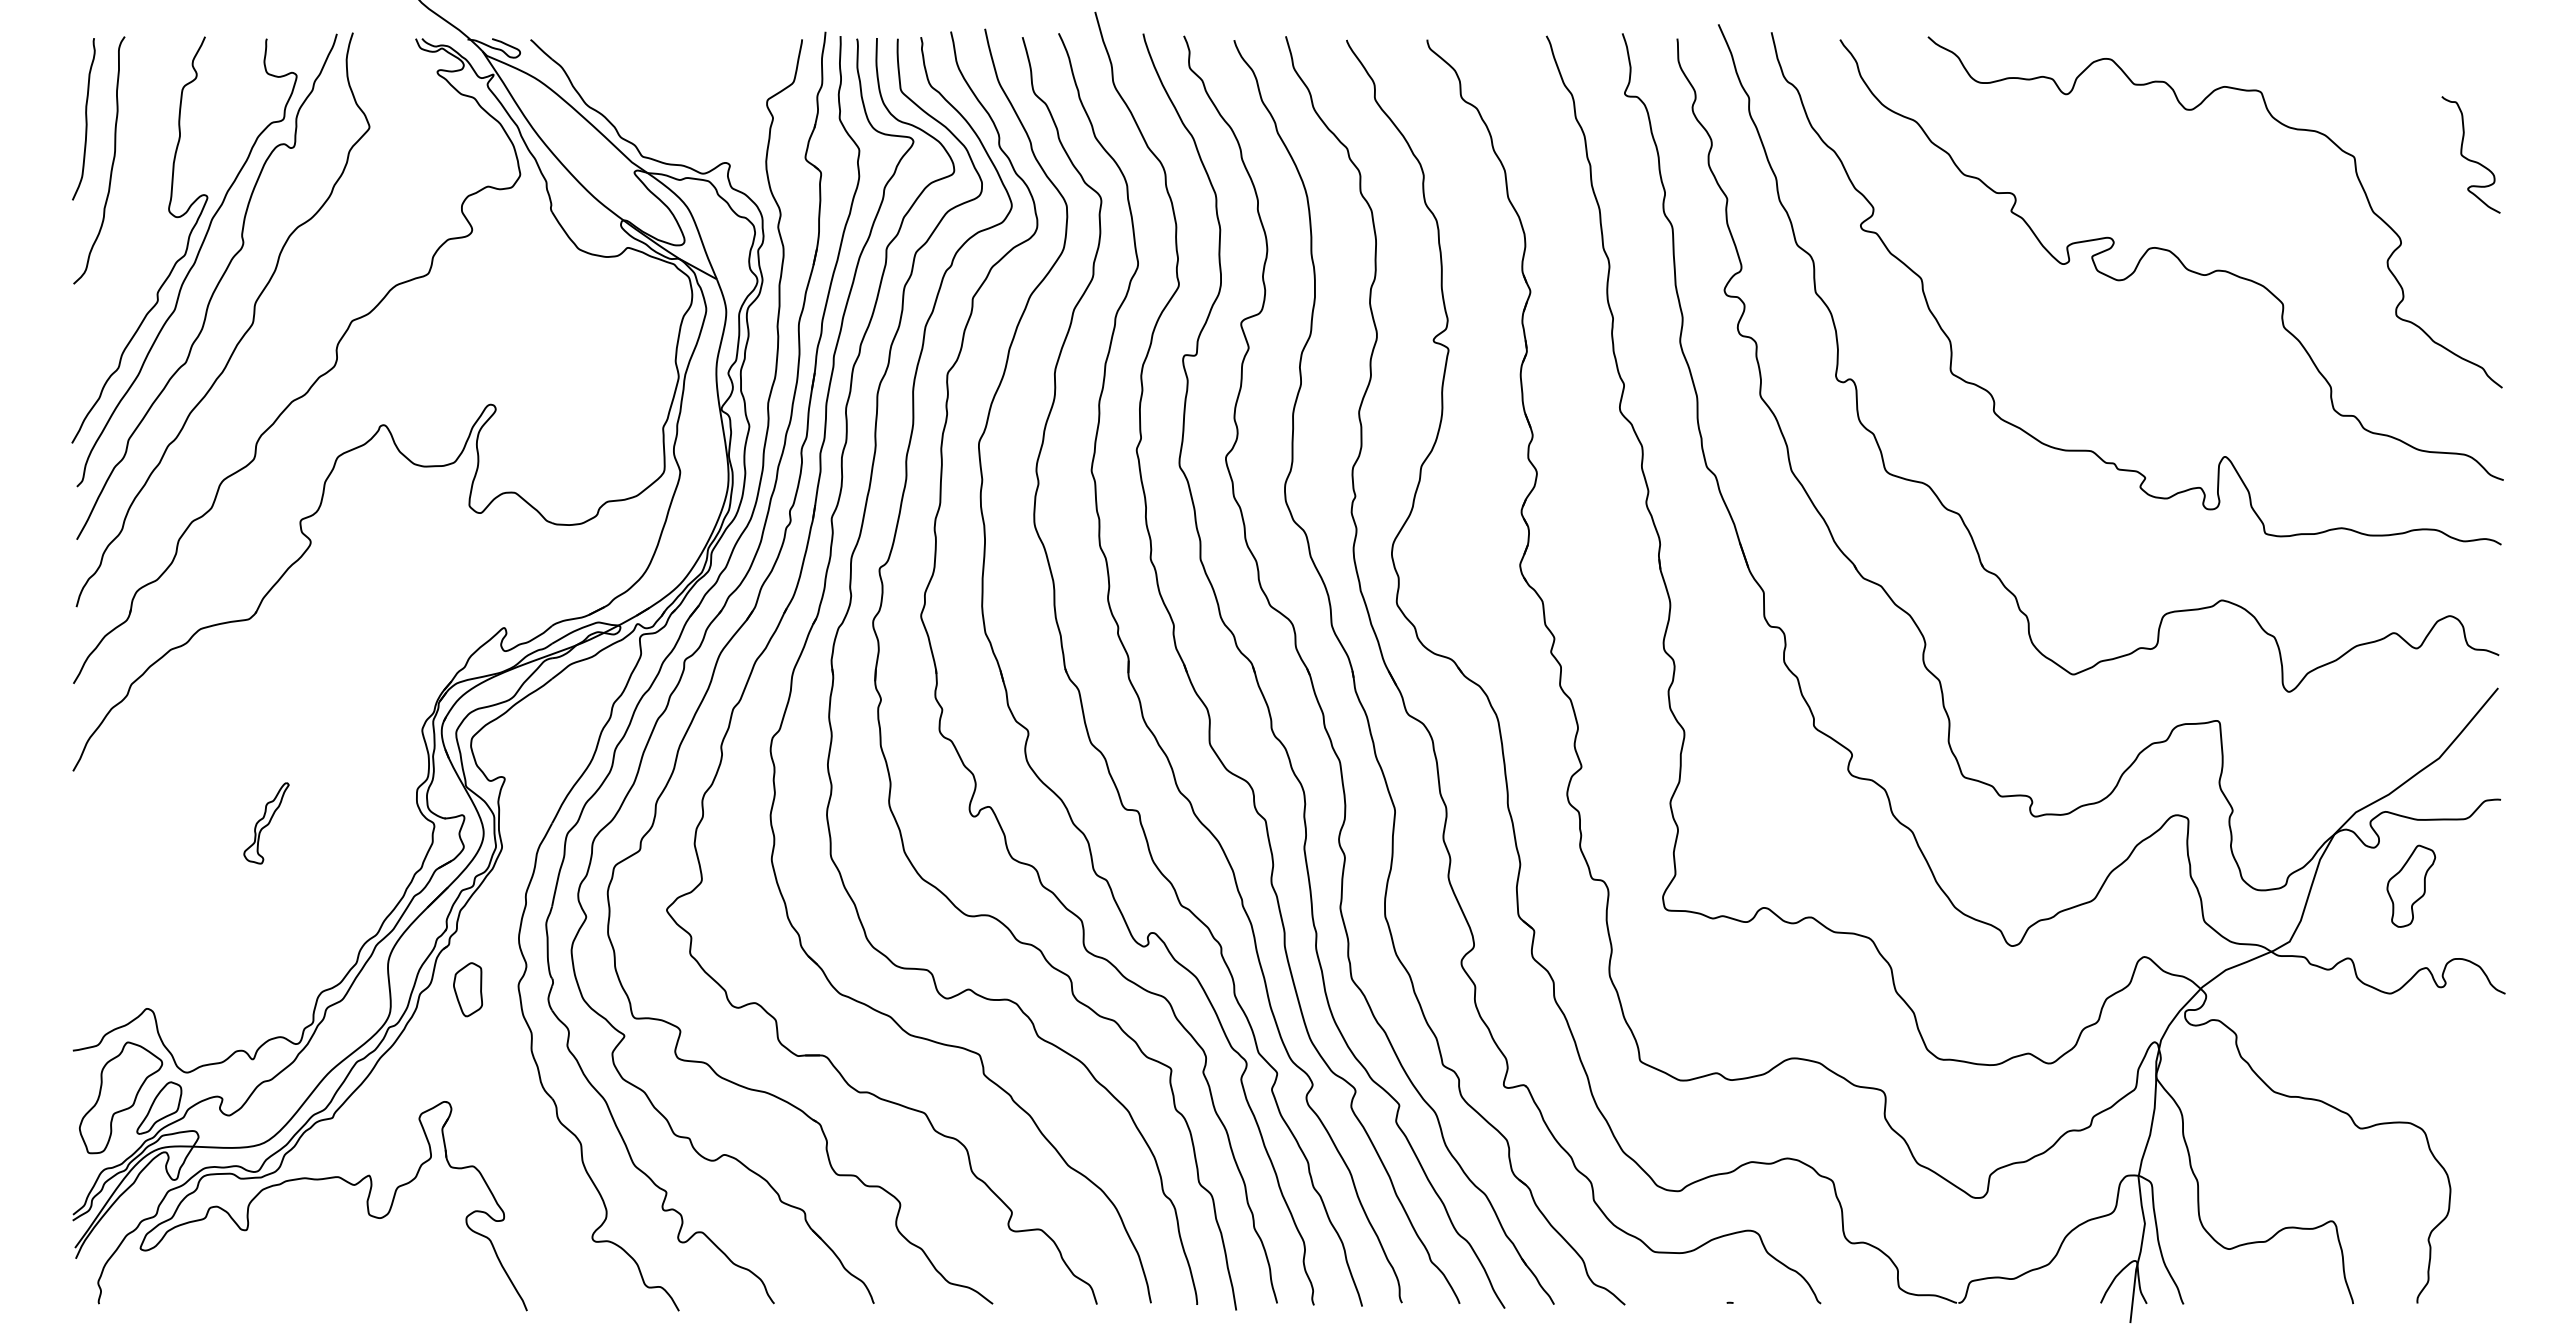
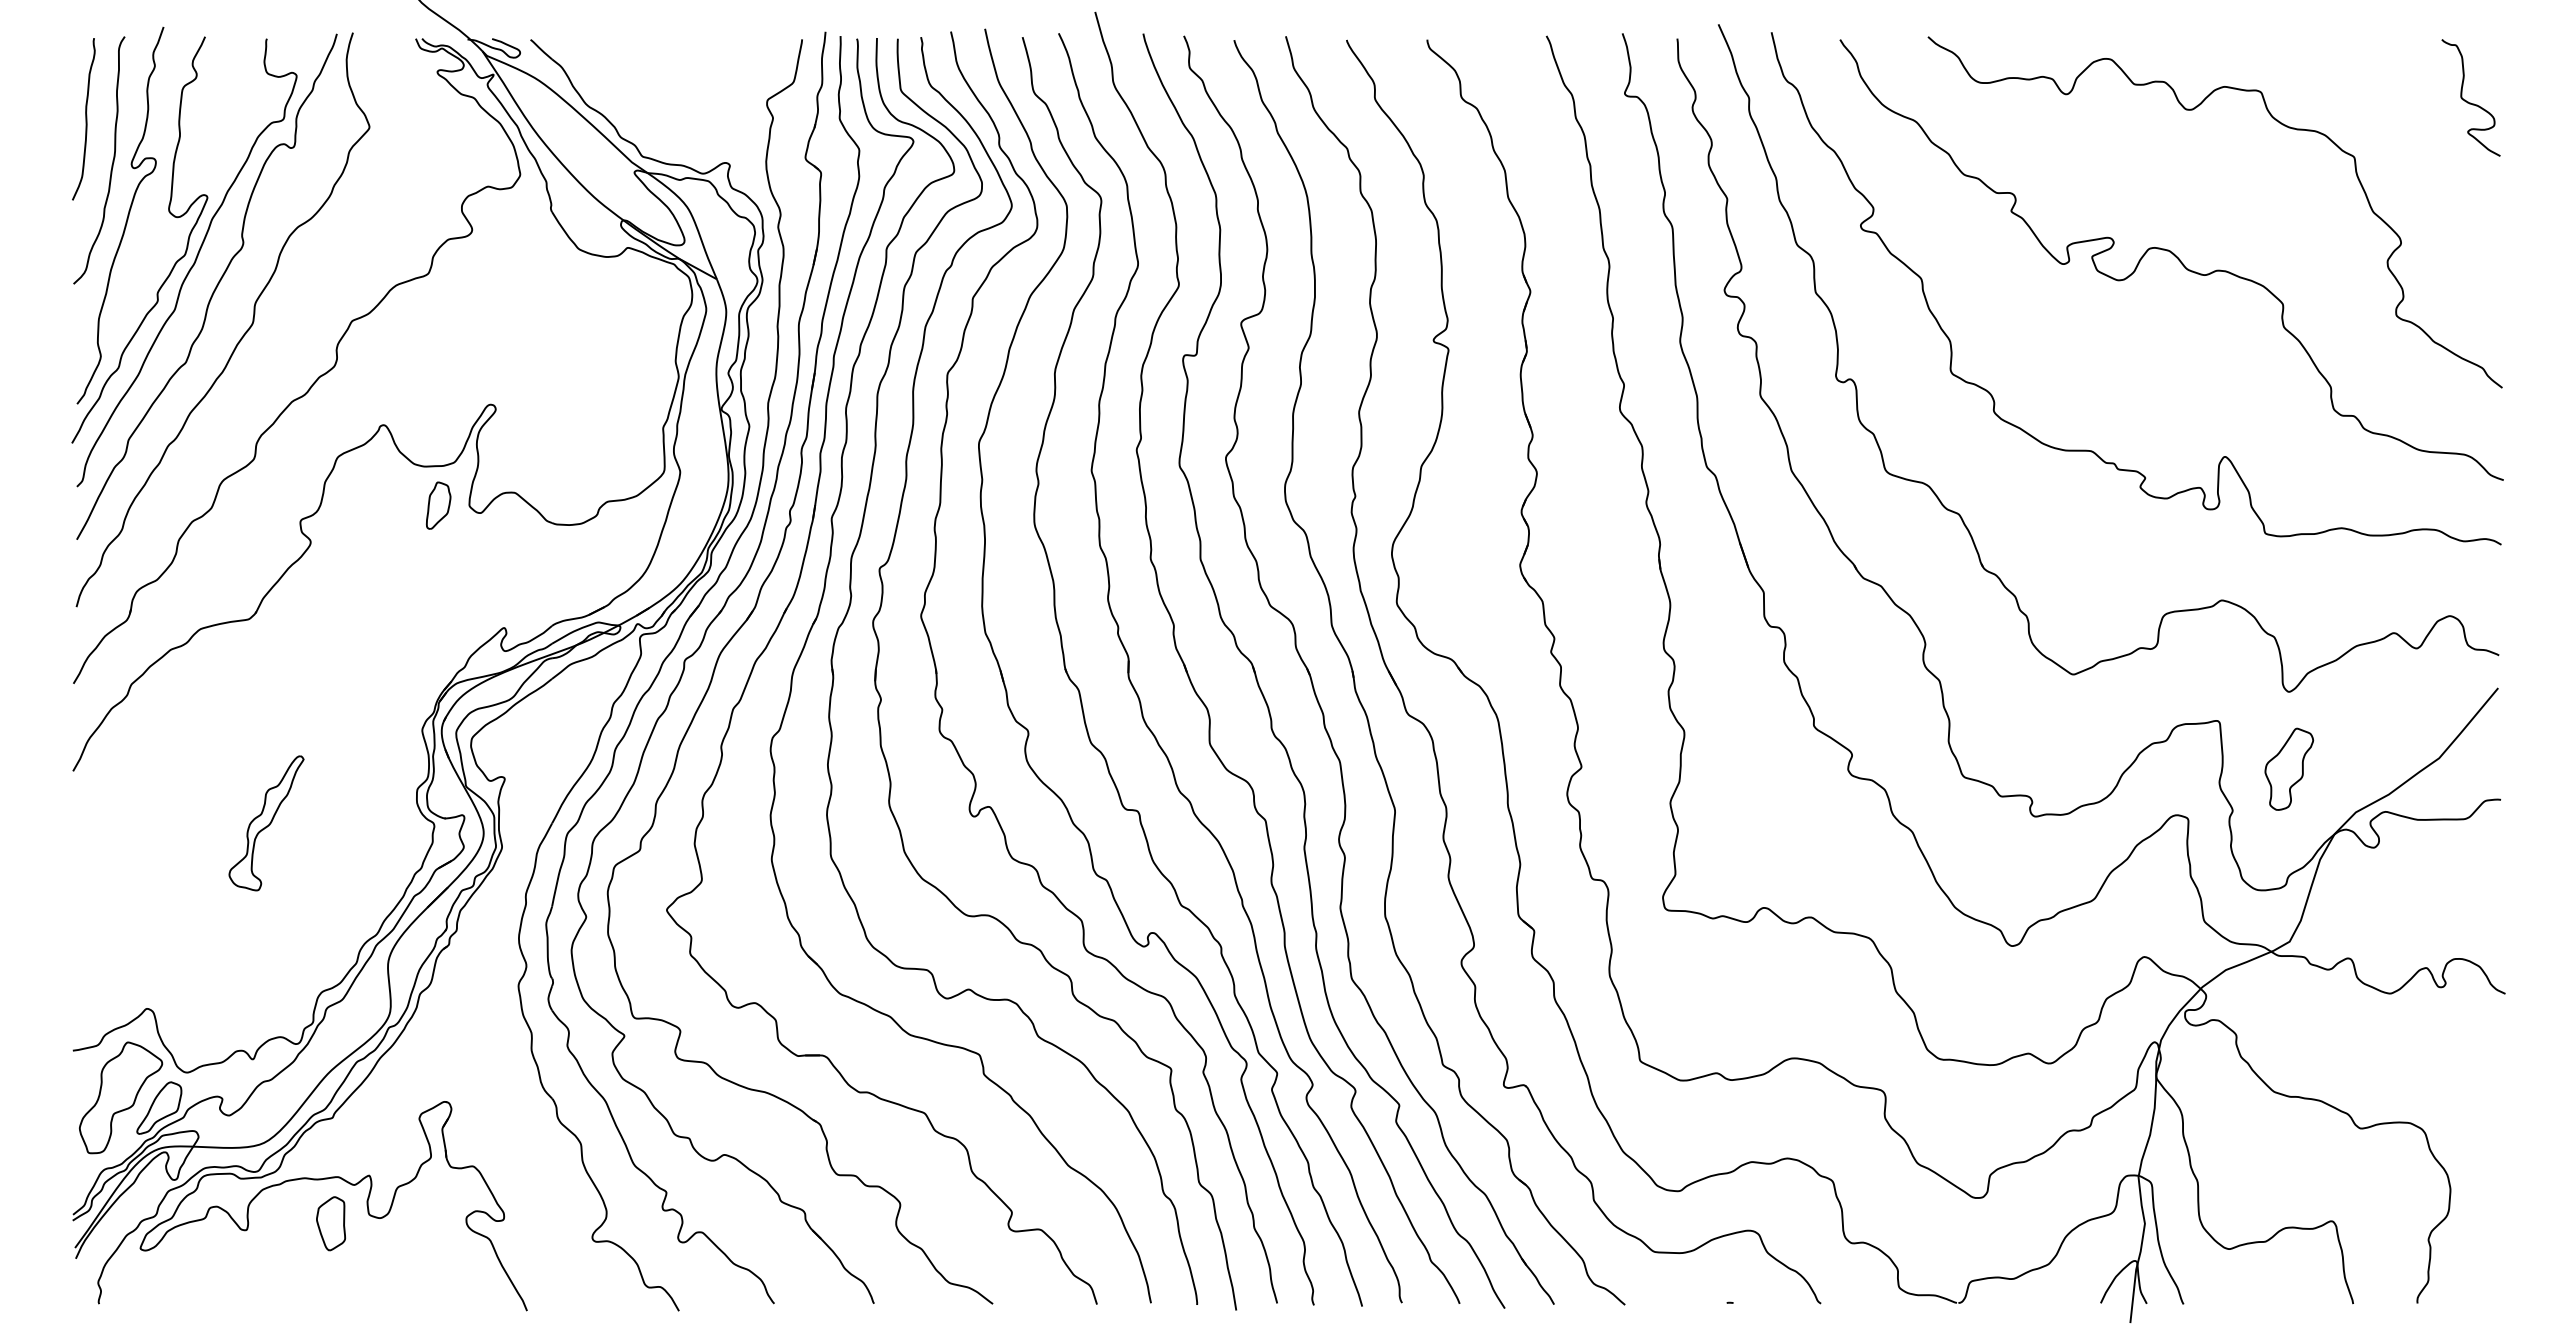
curve at (2468, 158) position: (2468, 158) -> (2468, 101)
curve at (126, 218): none -> present
part at (438, 505): none -> present
part at (266, 823) size: 47x83 px -> 77x137 px
part at (2411, 885) position: (2411, 885) -> (2289, 768)
part at (467, 989) position: (467, 989) -> (330, 1223)
